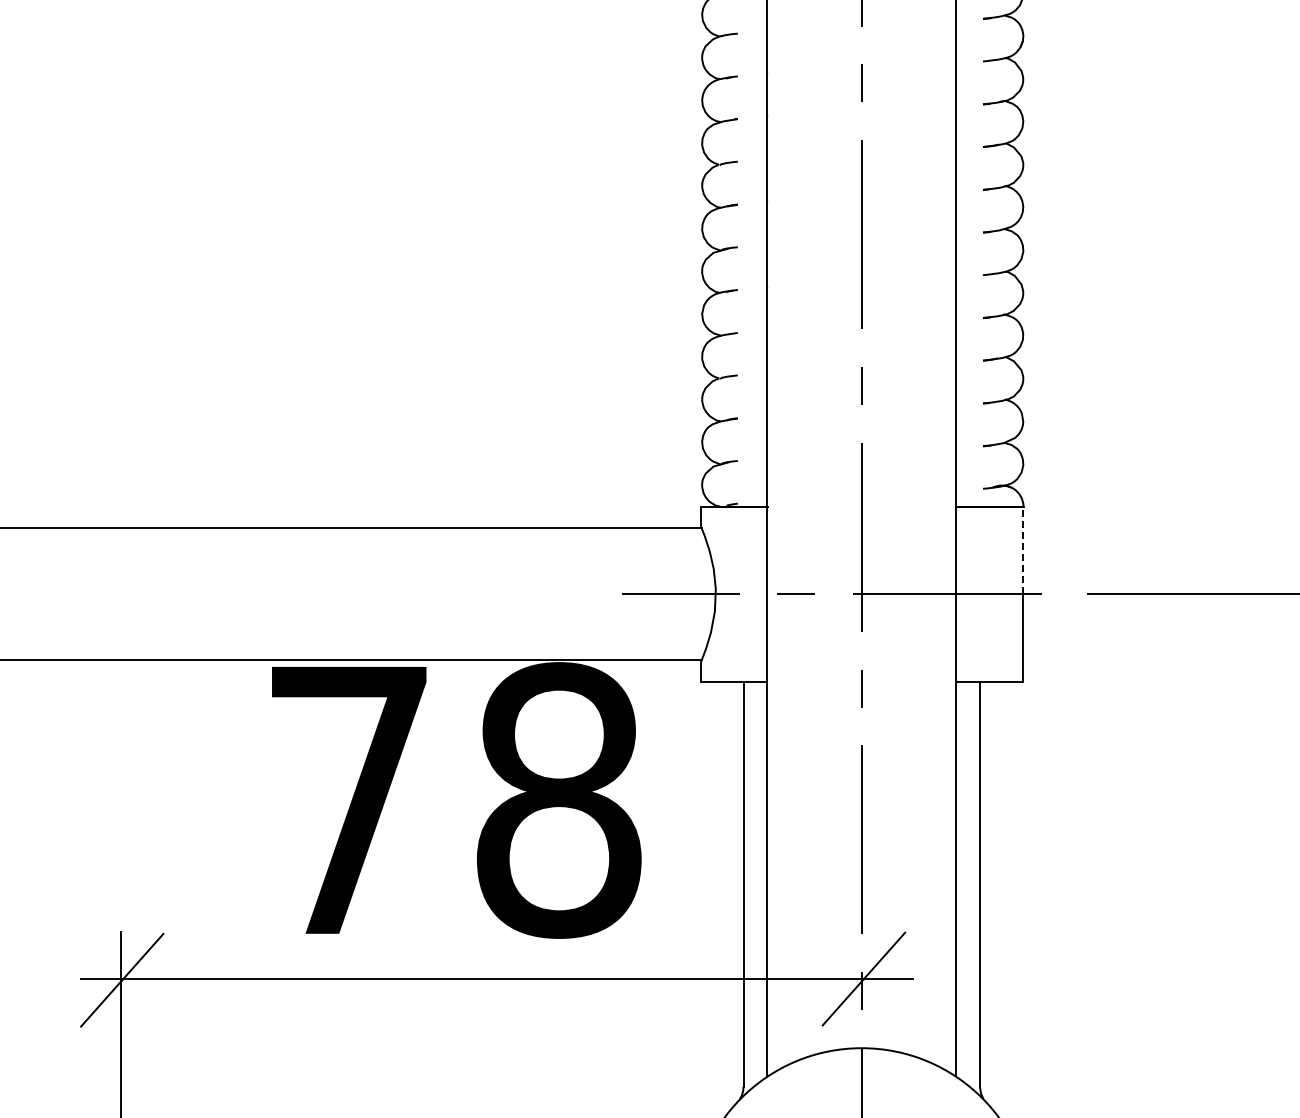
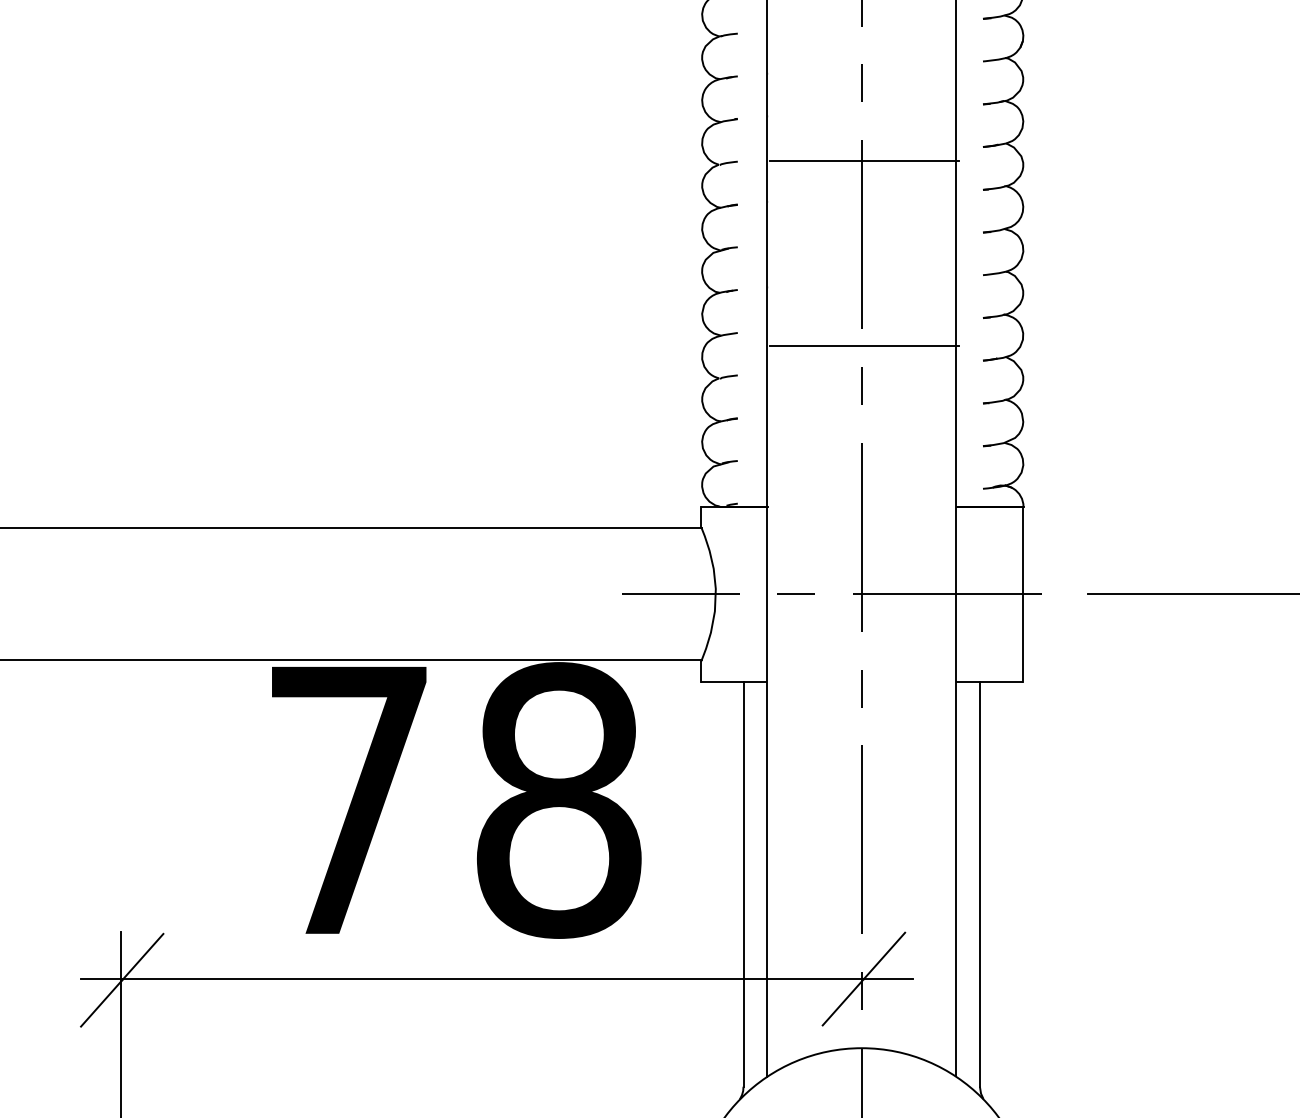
line at (863, 161): none -> present
line at (863, 346): none -> present
line at (1022, 550): dashed -> solid
